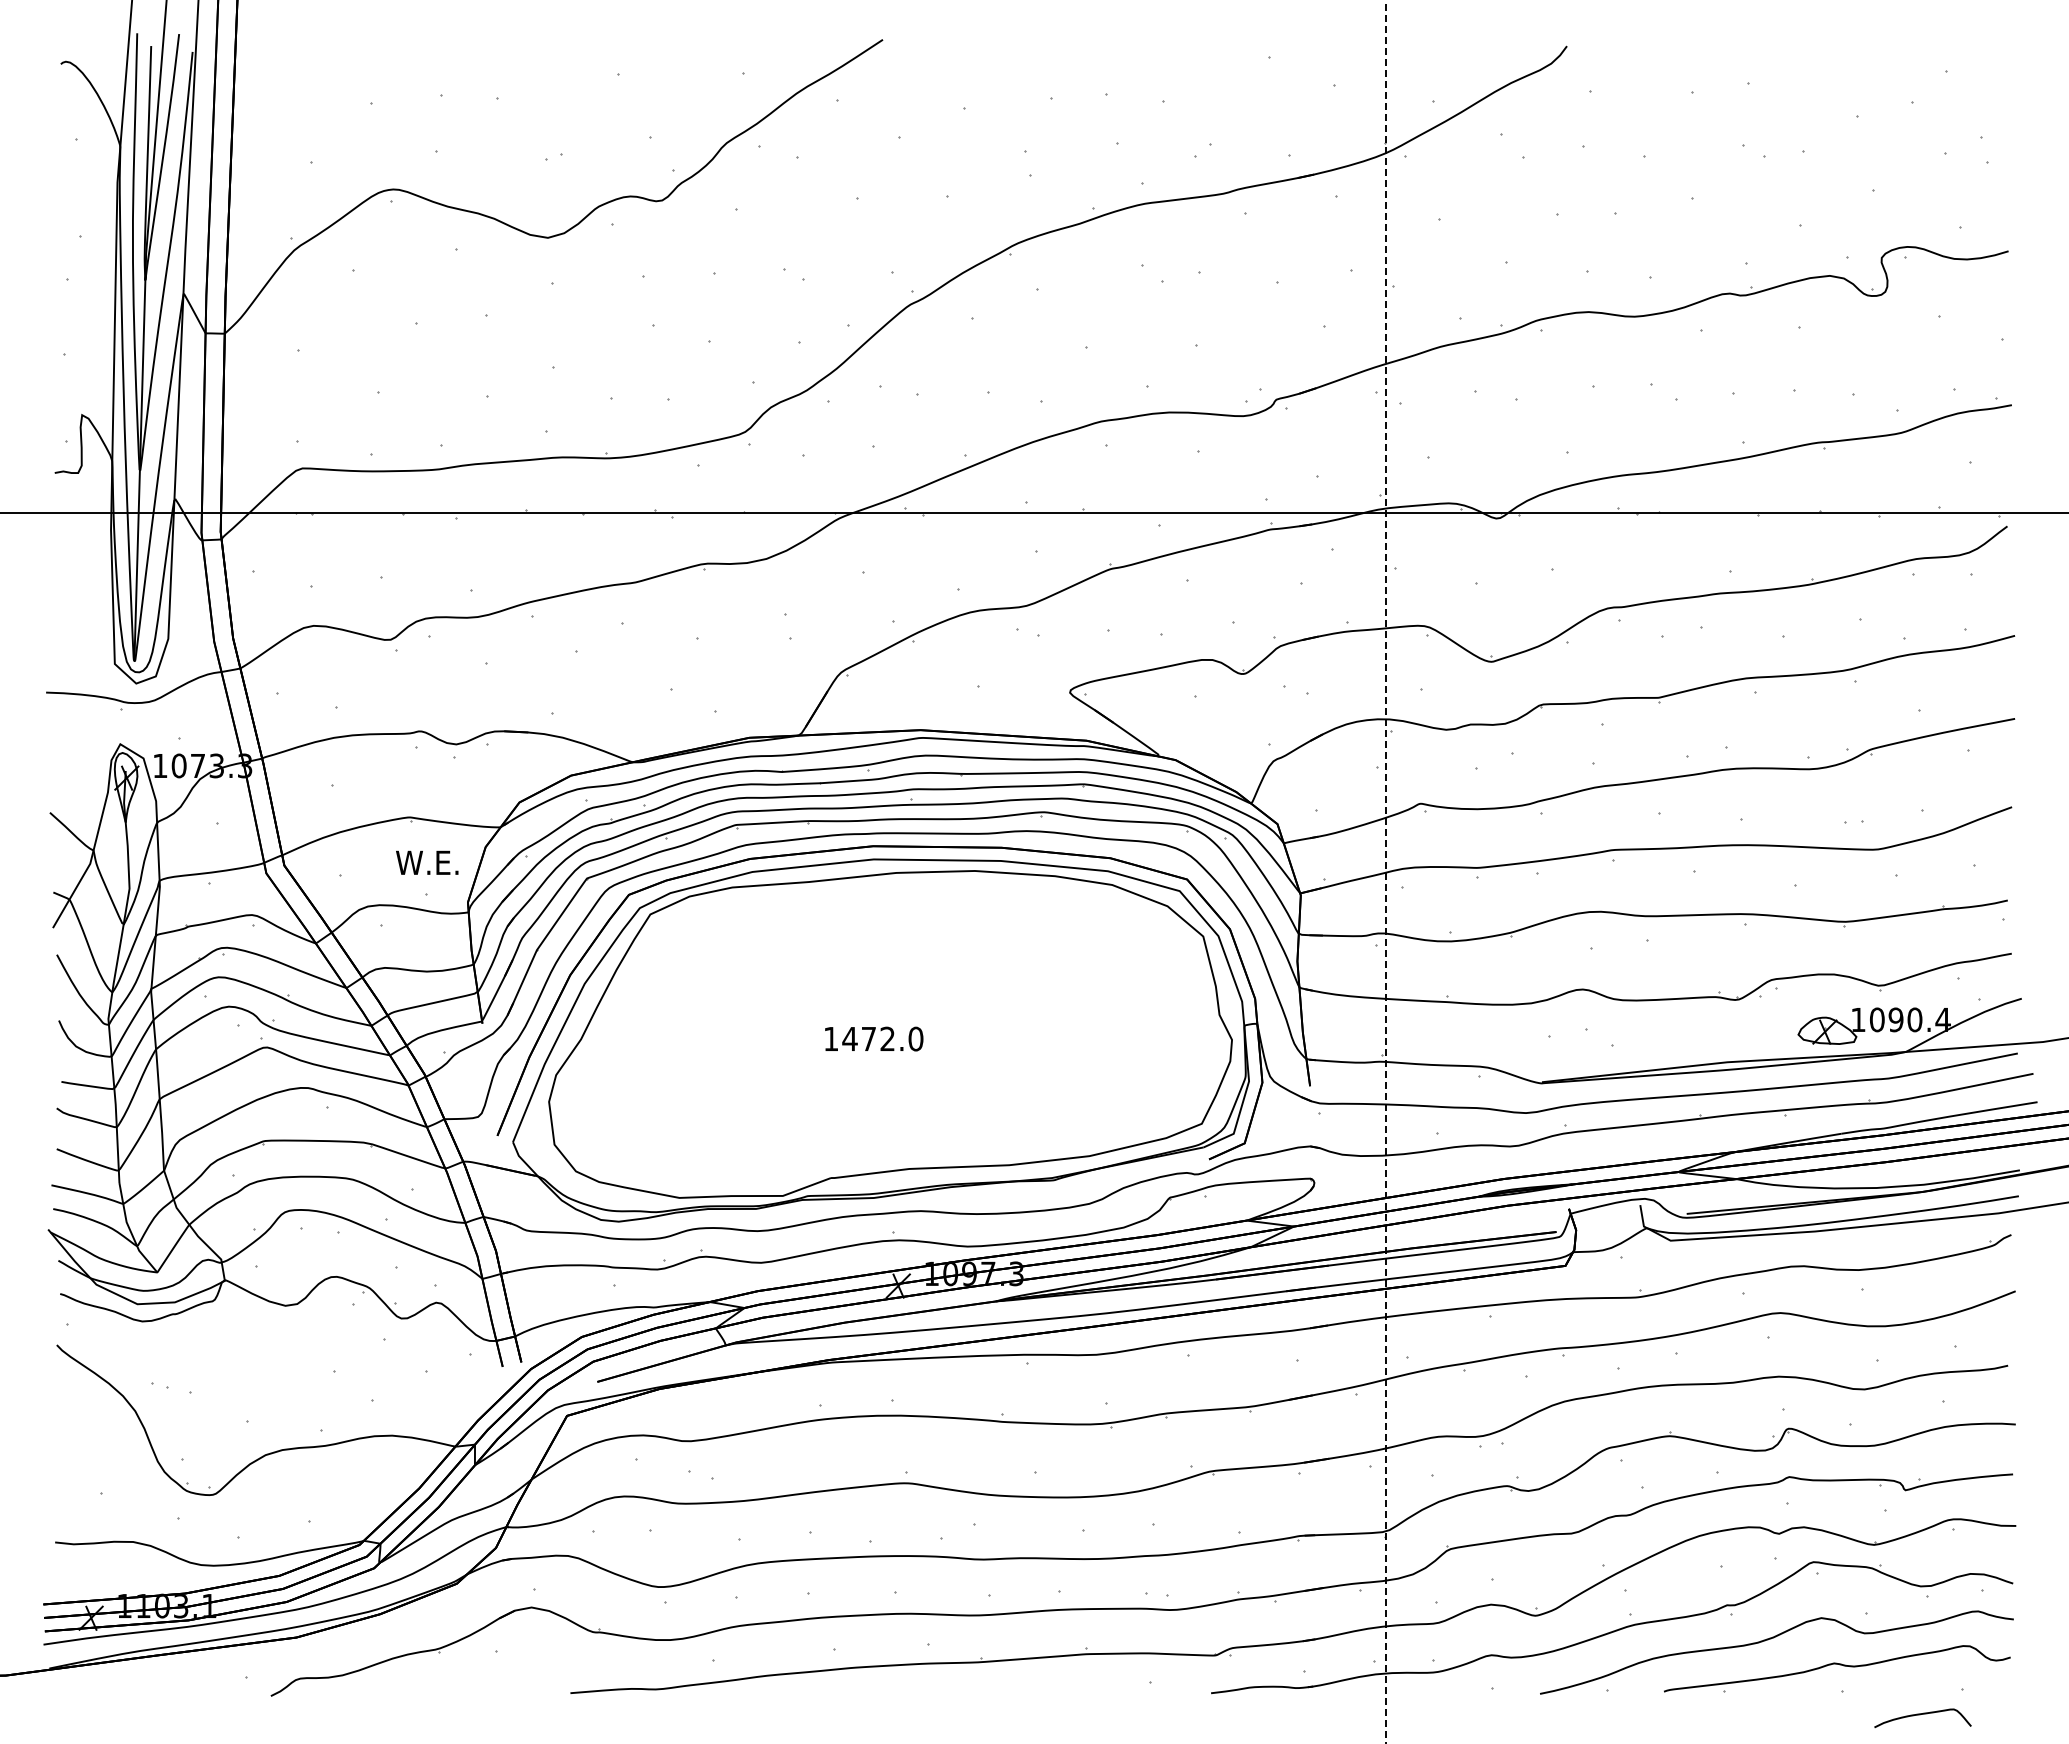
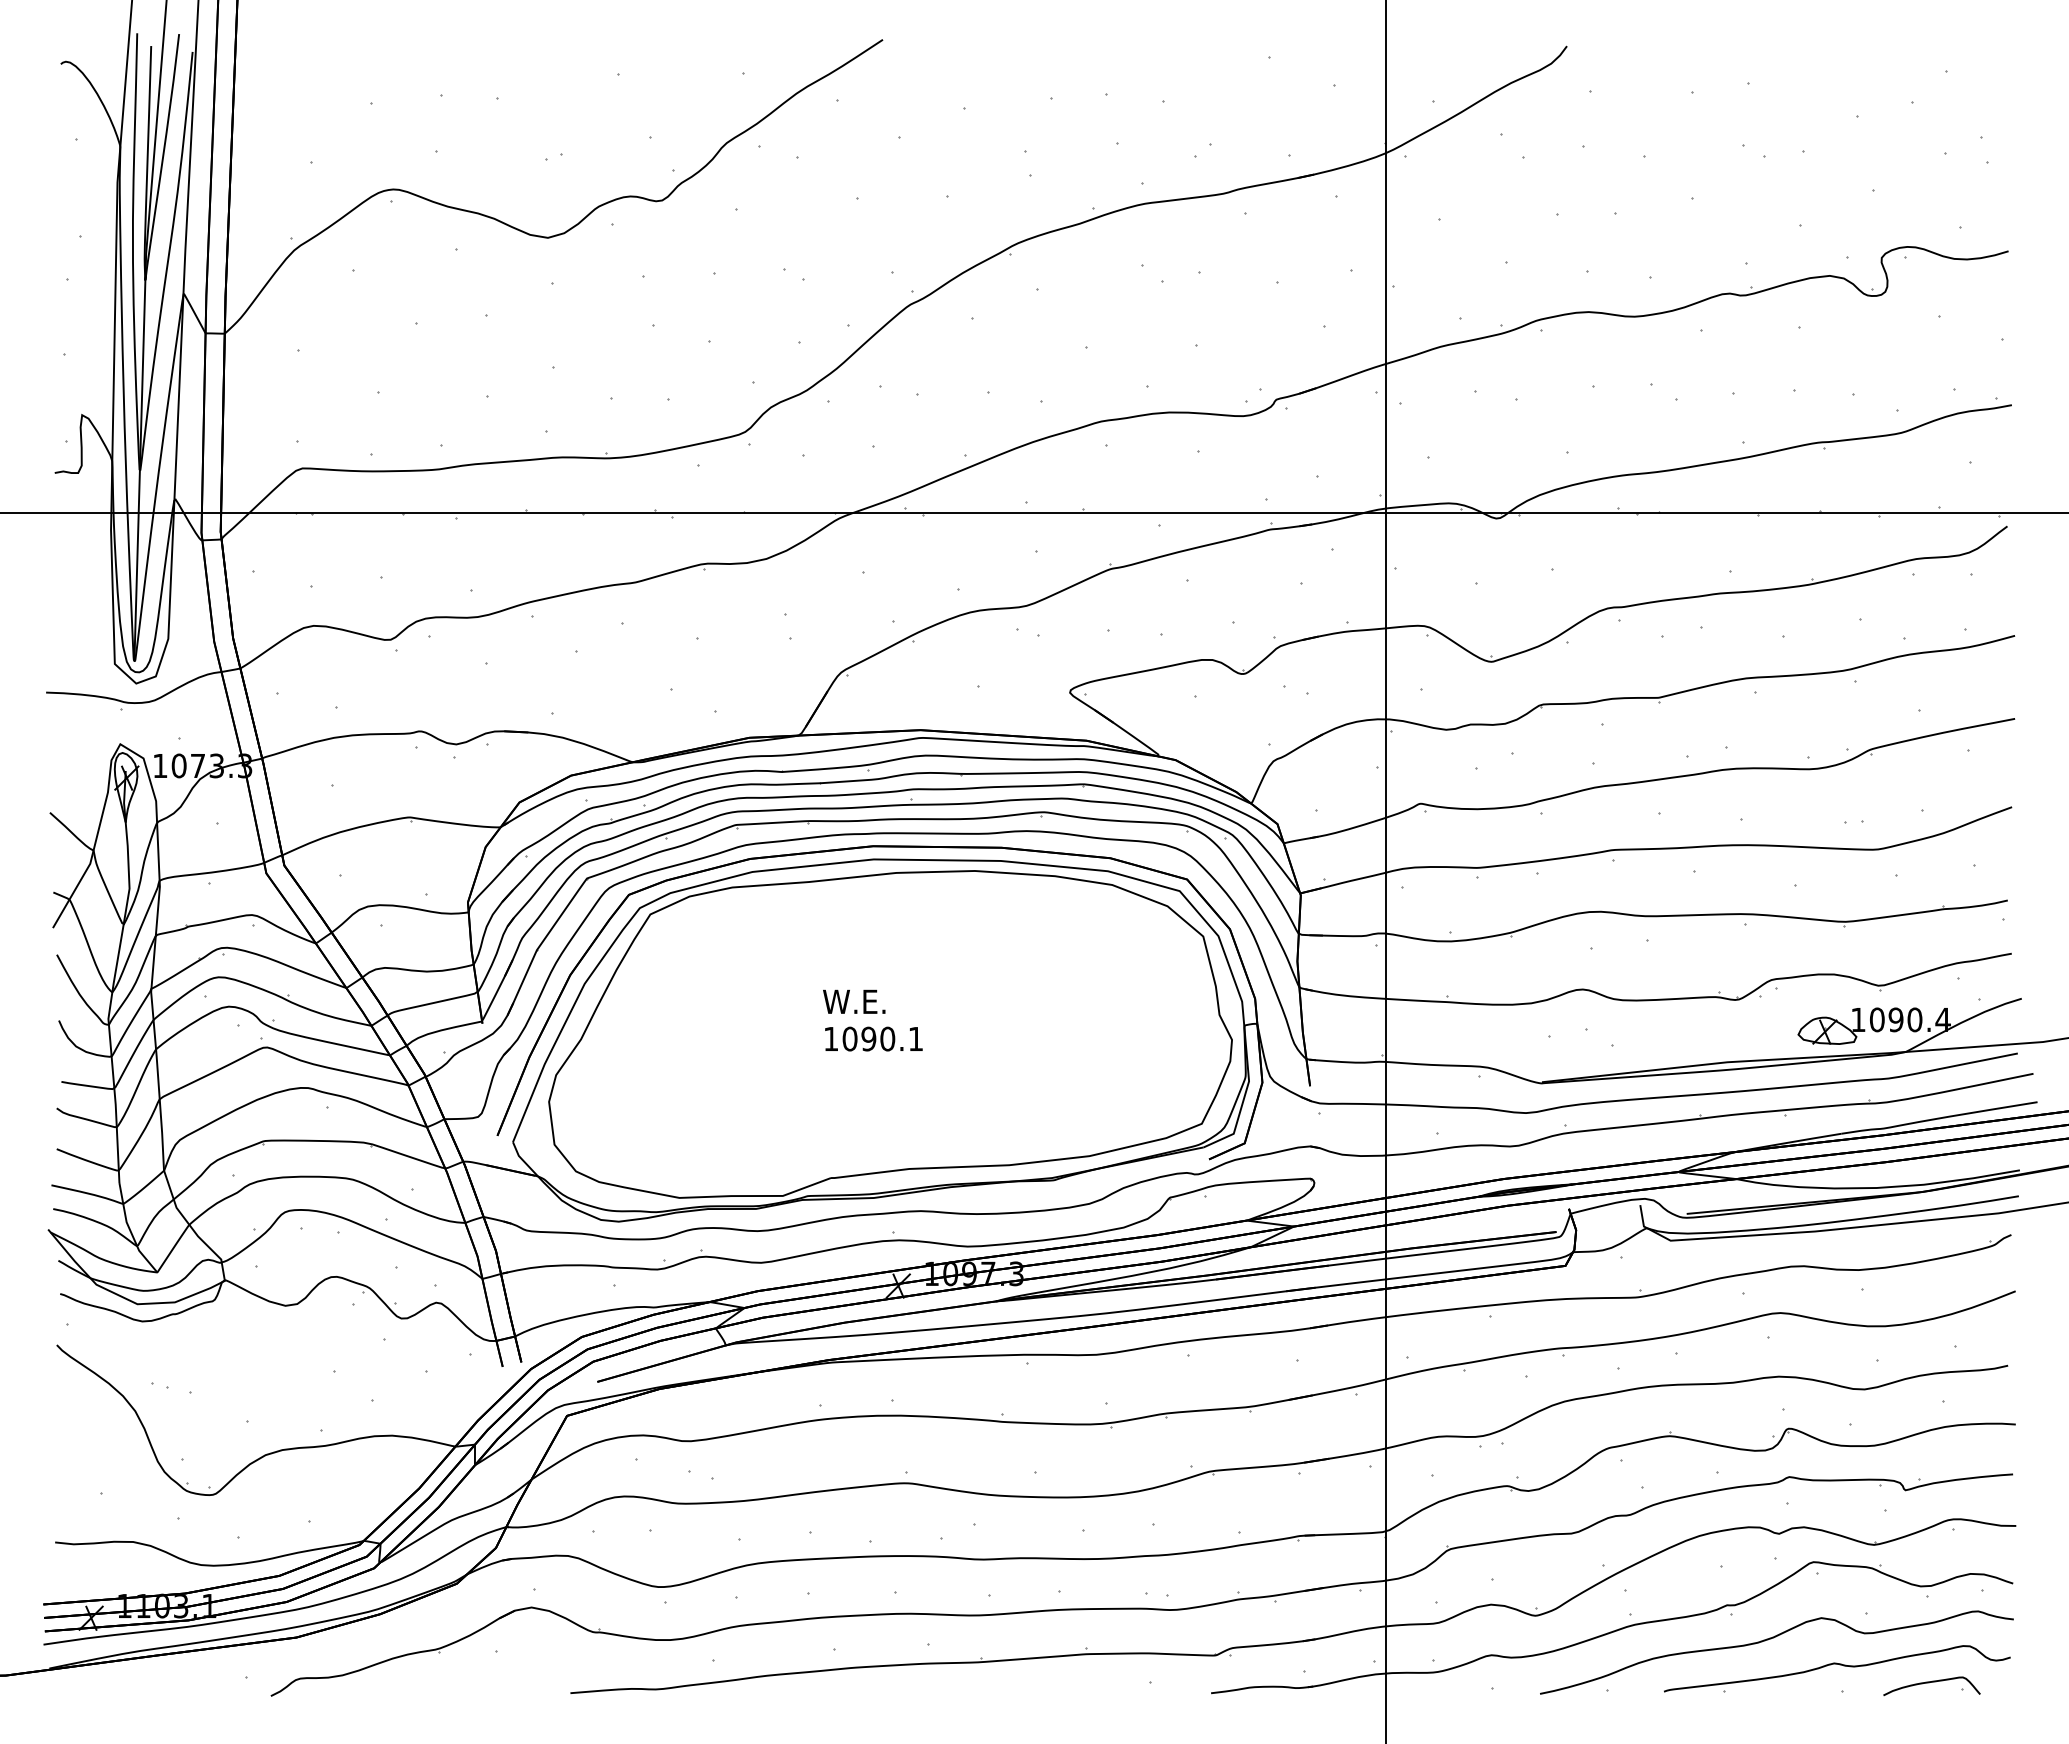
text at (427, 862) position: (427, 862) -> (854, 1001)
line at (1386, 871): dashed -> solid
text at (882, 1038): 1472.0 -> 1090.1
curve at (1920, 1715) position: (1920, 1715) -> (1929, 1683)
